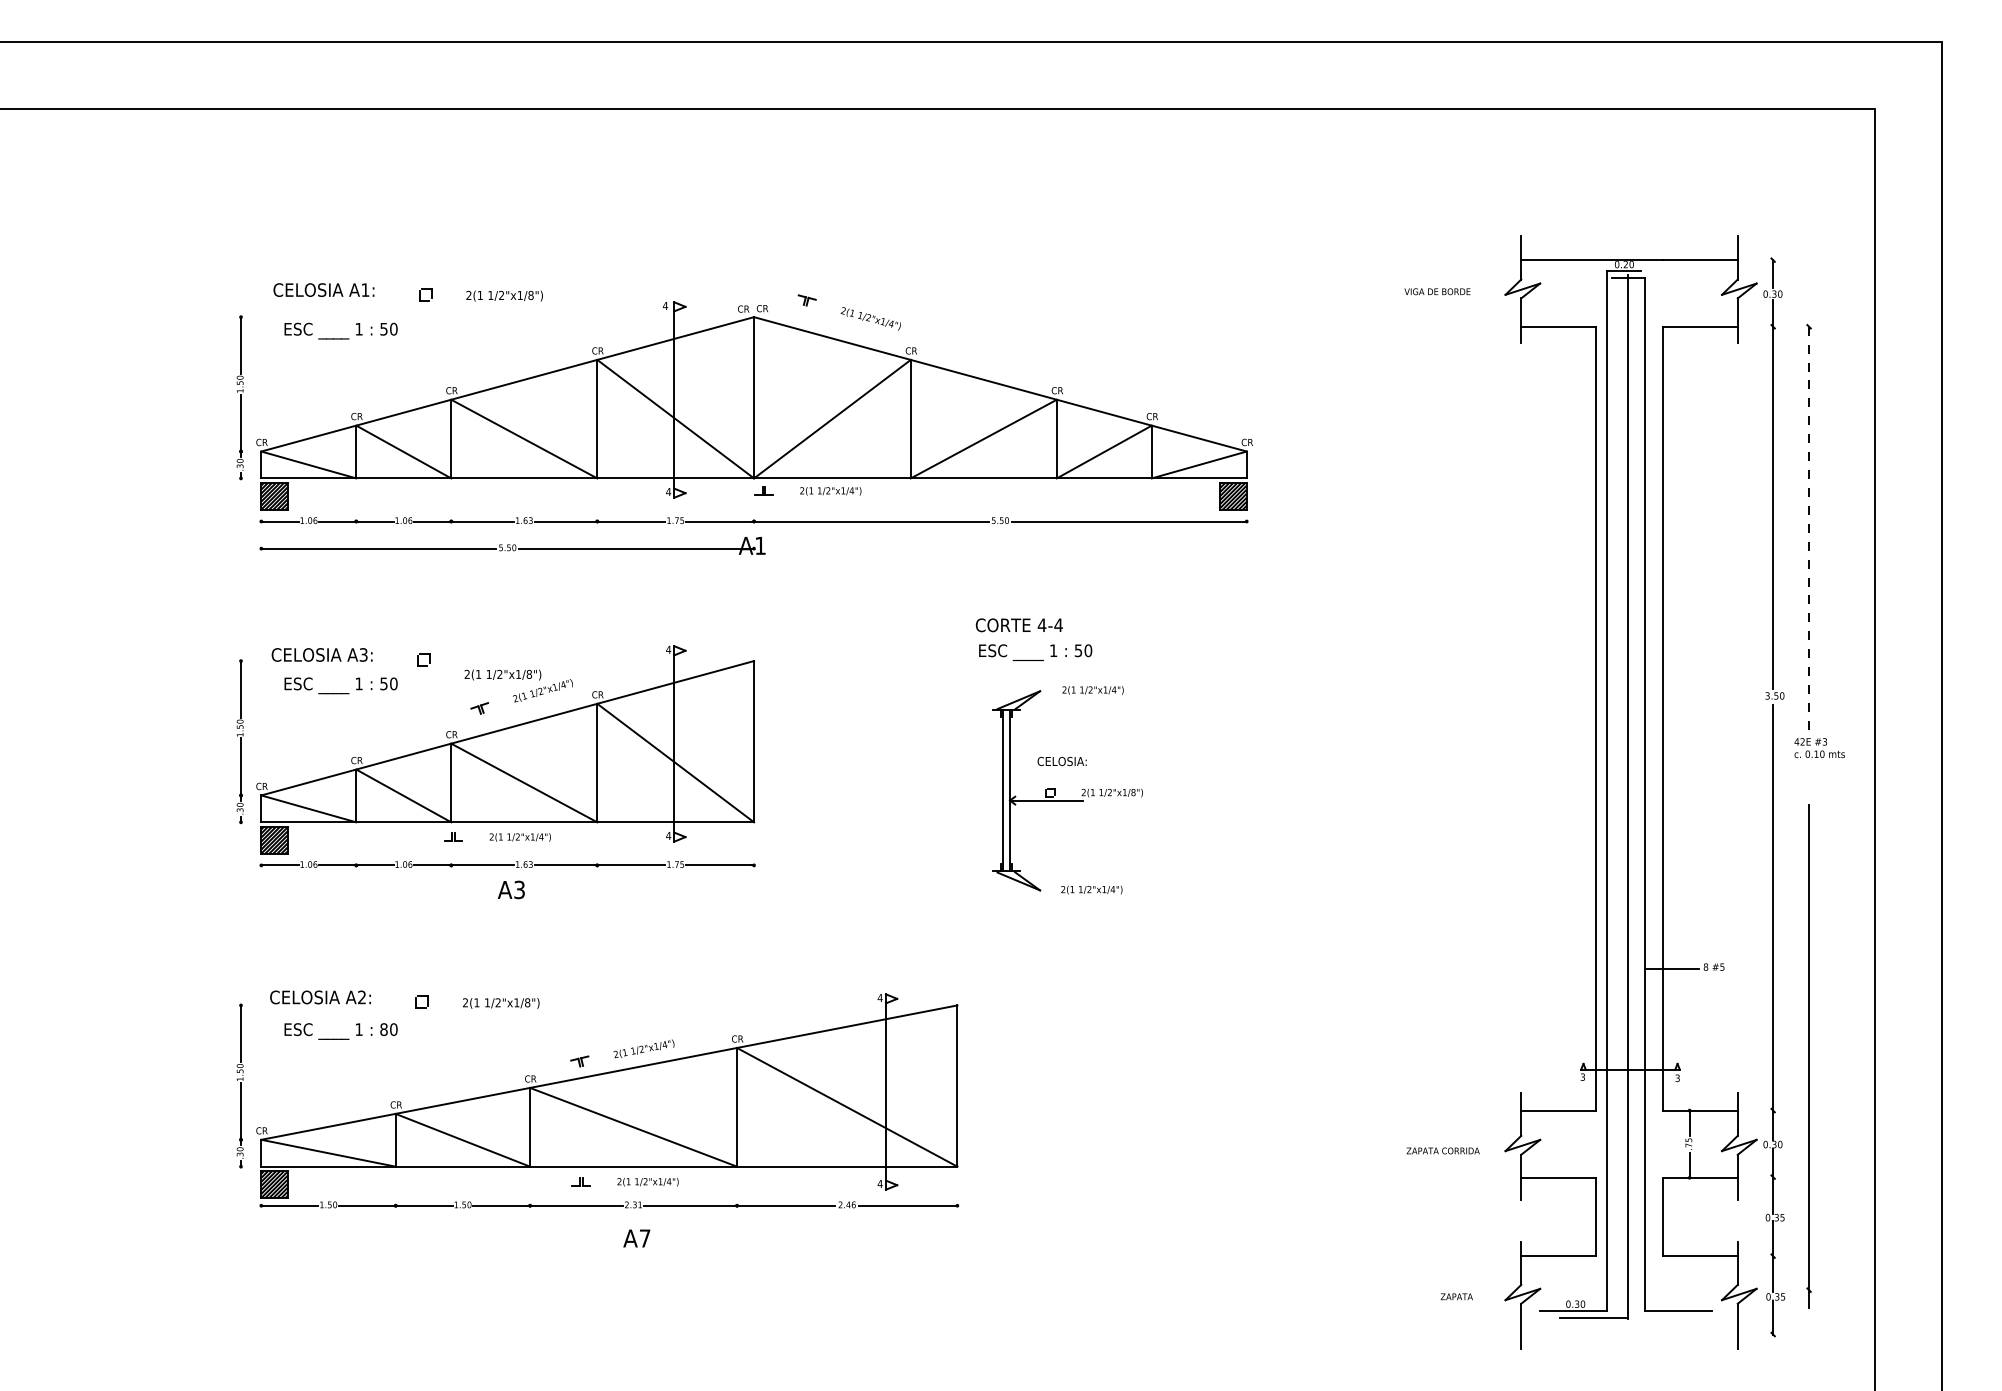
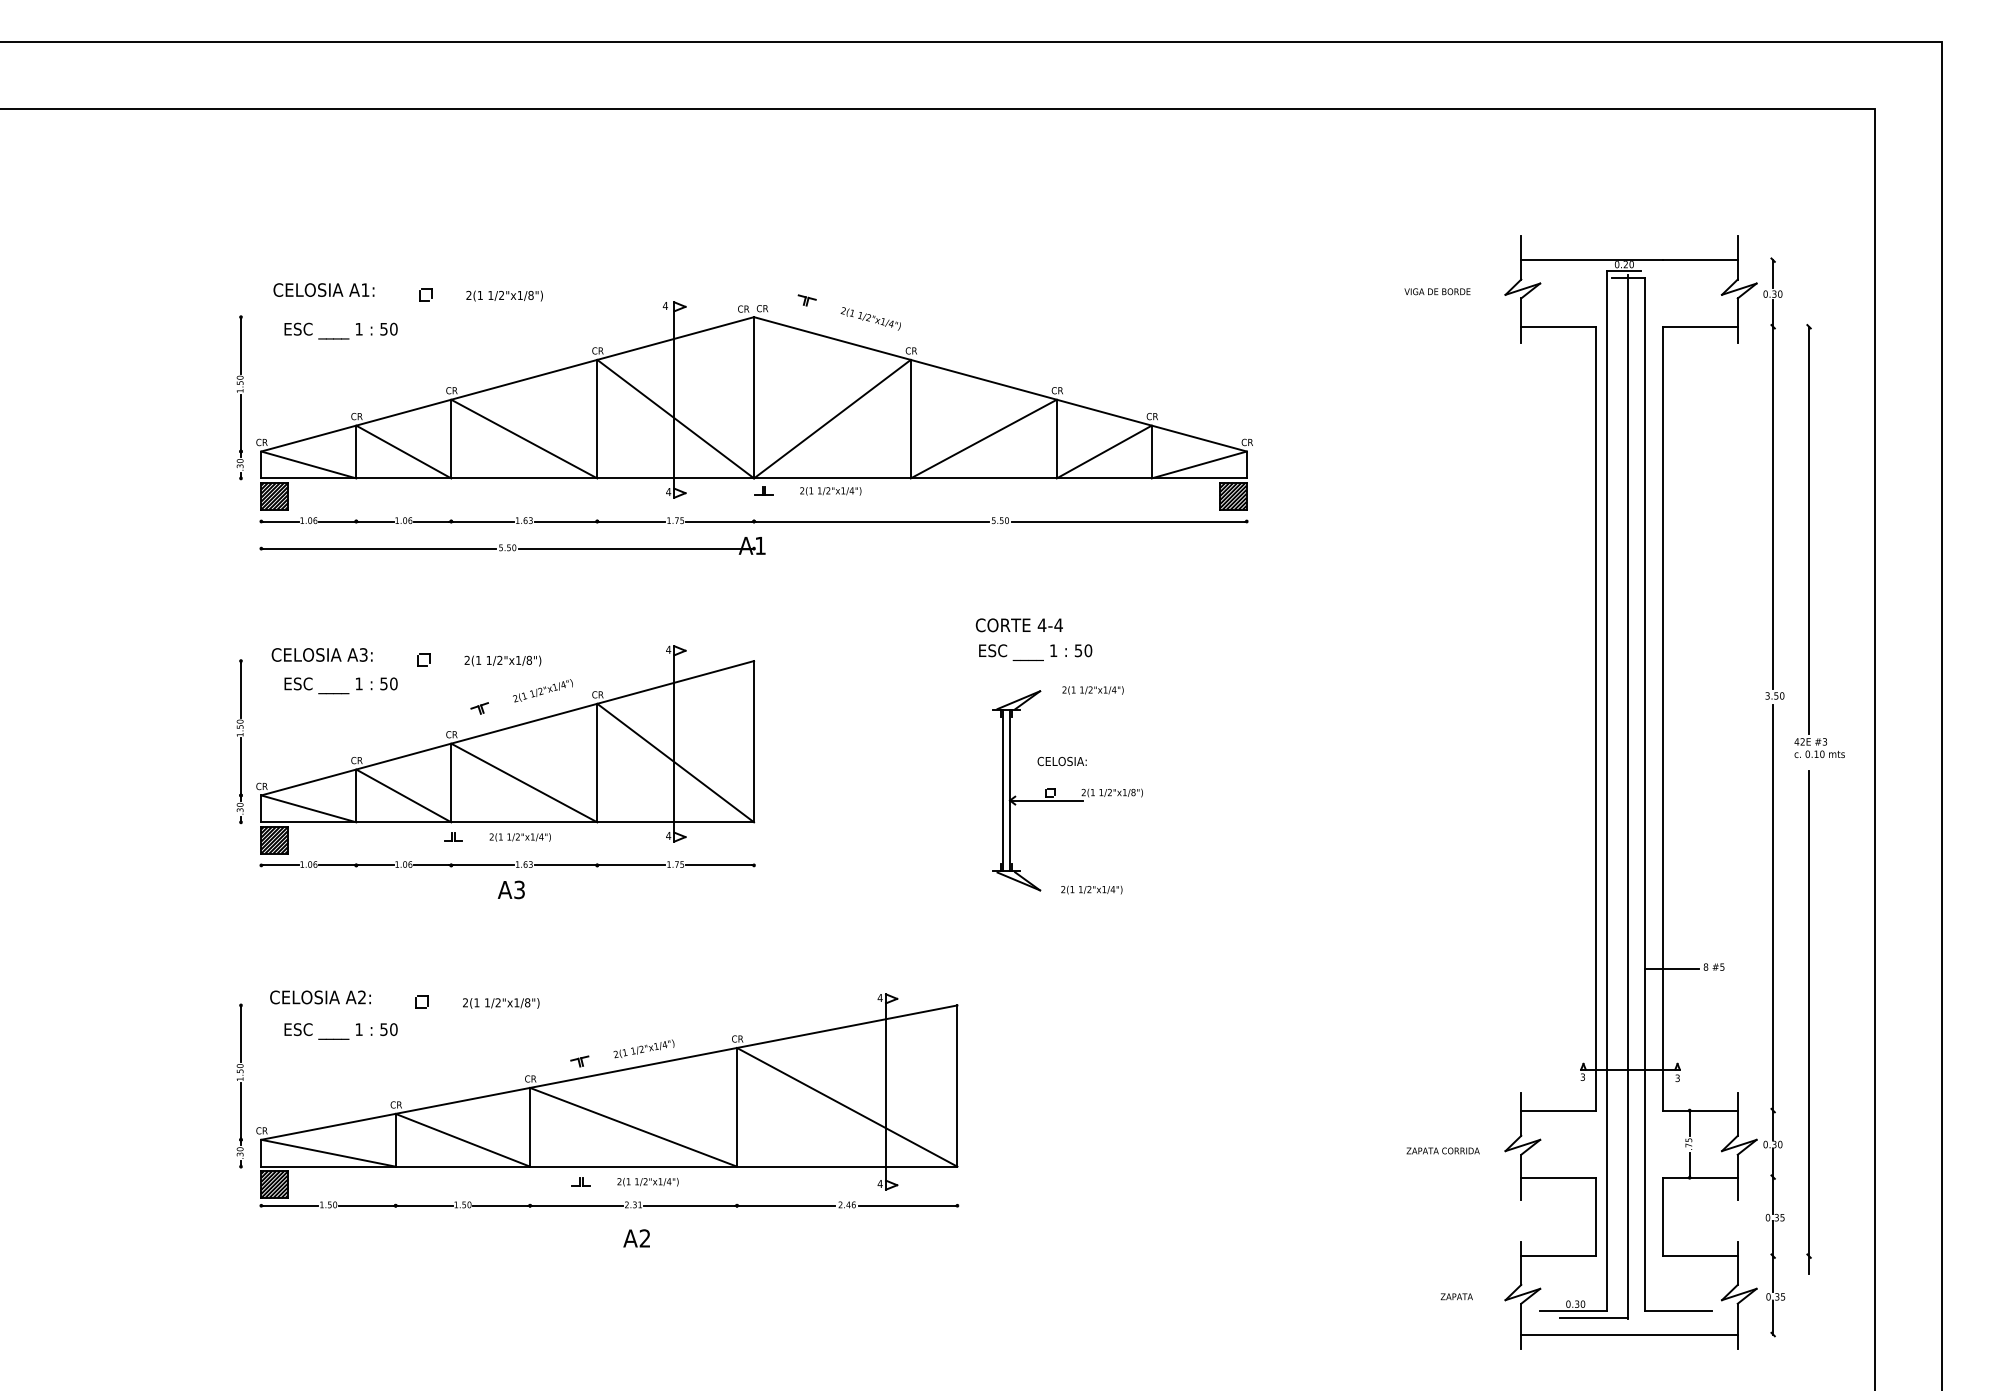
line at (1809, 530): dashed -> solid
text at (502, 674) position: (502, 674) -> (502, 660)
text at (383, 1029): 80 -> 50
part at (1808, 1056) position: (1808, 1056) -> (1808, 1022)
text at (644, 1238): A7 -> A2
line at (1629, 1334): none -> present
